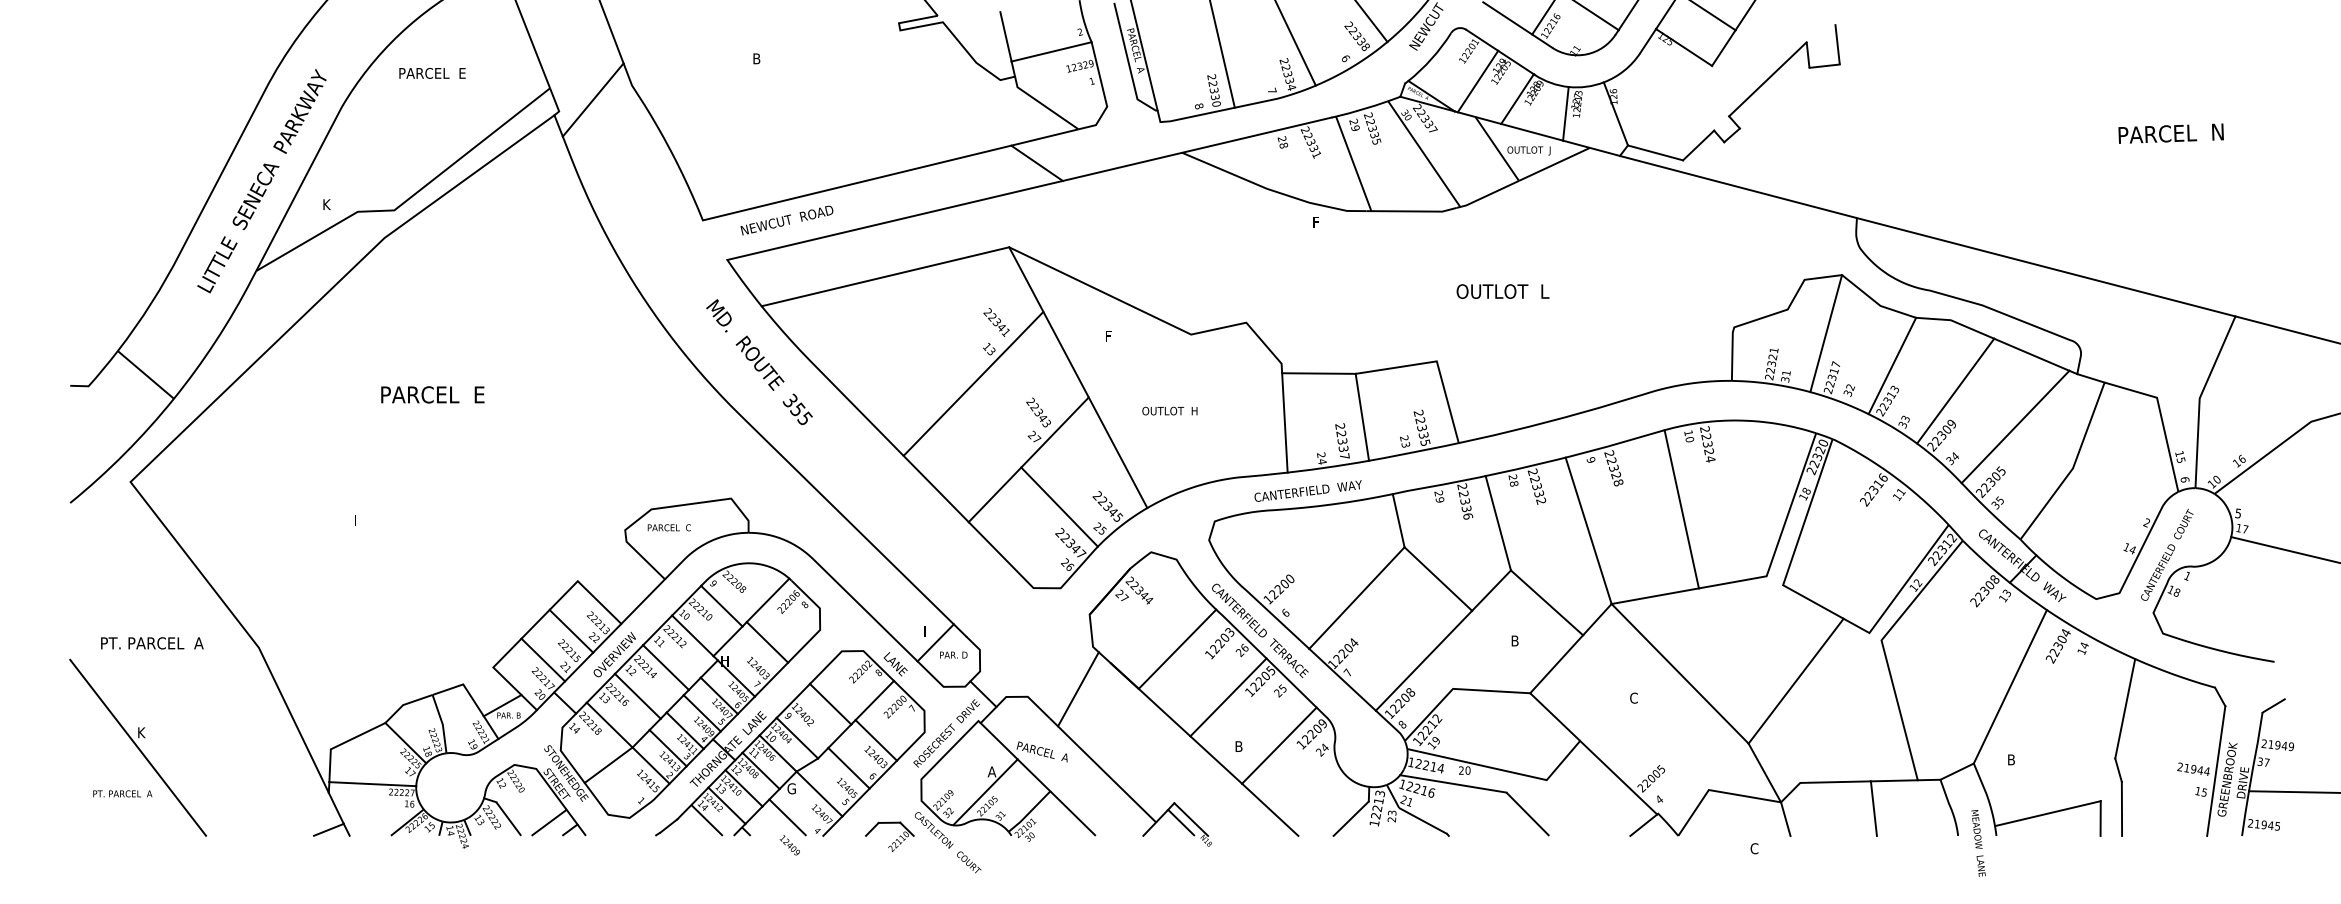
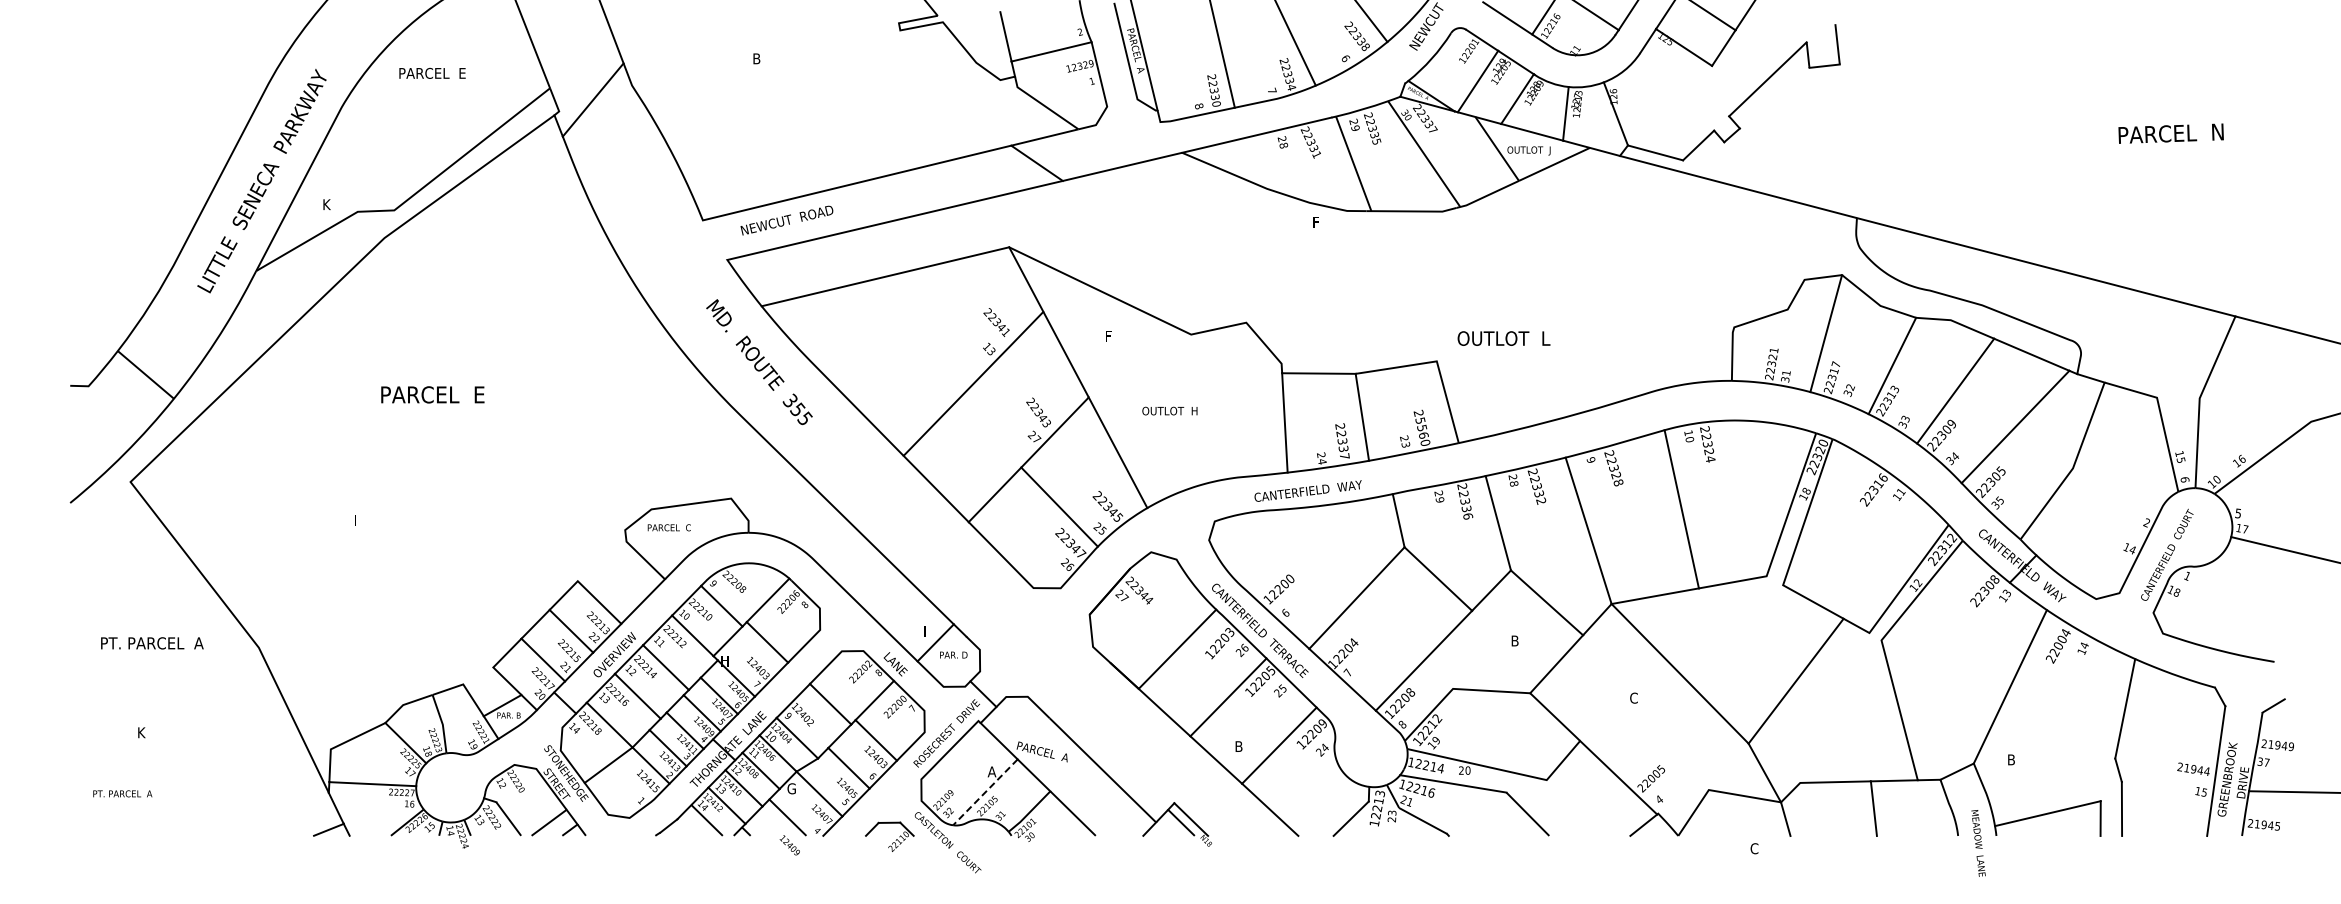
text at (1502, 291) position: (1502, 291) -> (1503, 338)
text at (1422, 431): 22335 -> 25560
text at (2057, 646): 22304 -> 22004
line at (1078, 689): present -> none
line at (138, 747): present -> none
line at (985, 792): solid -> dashed
